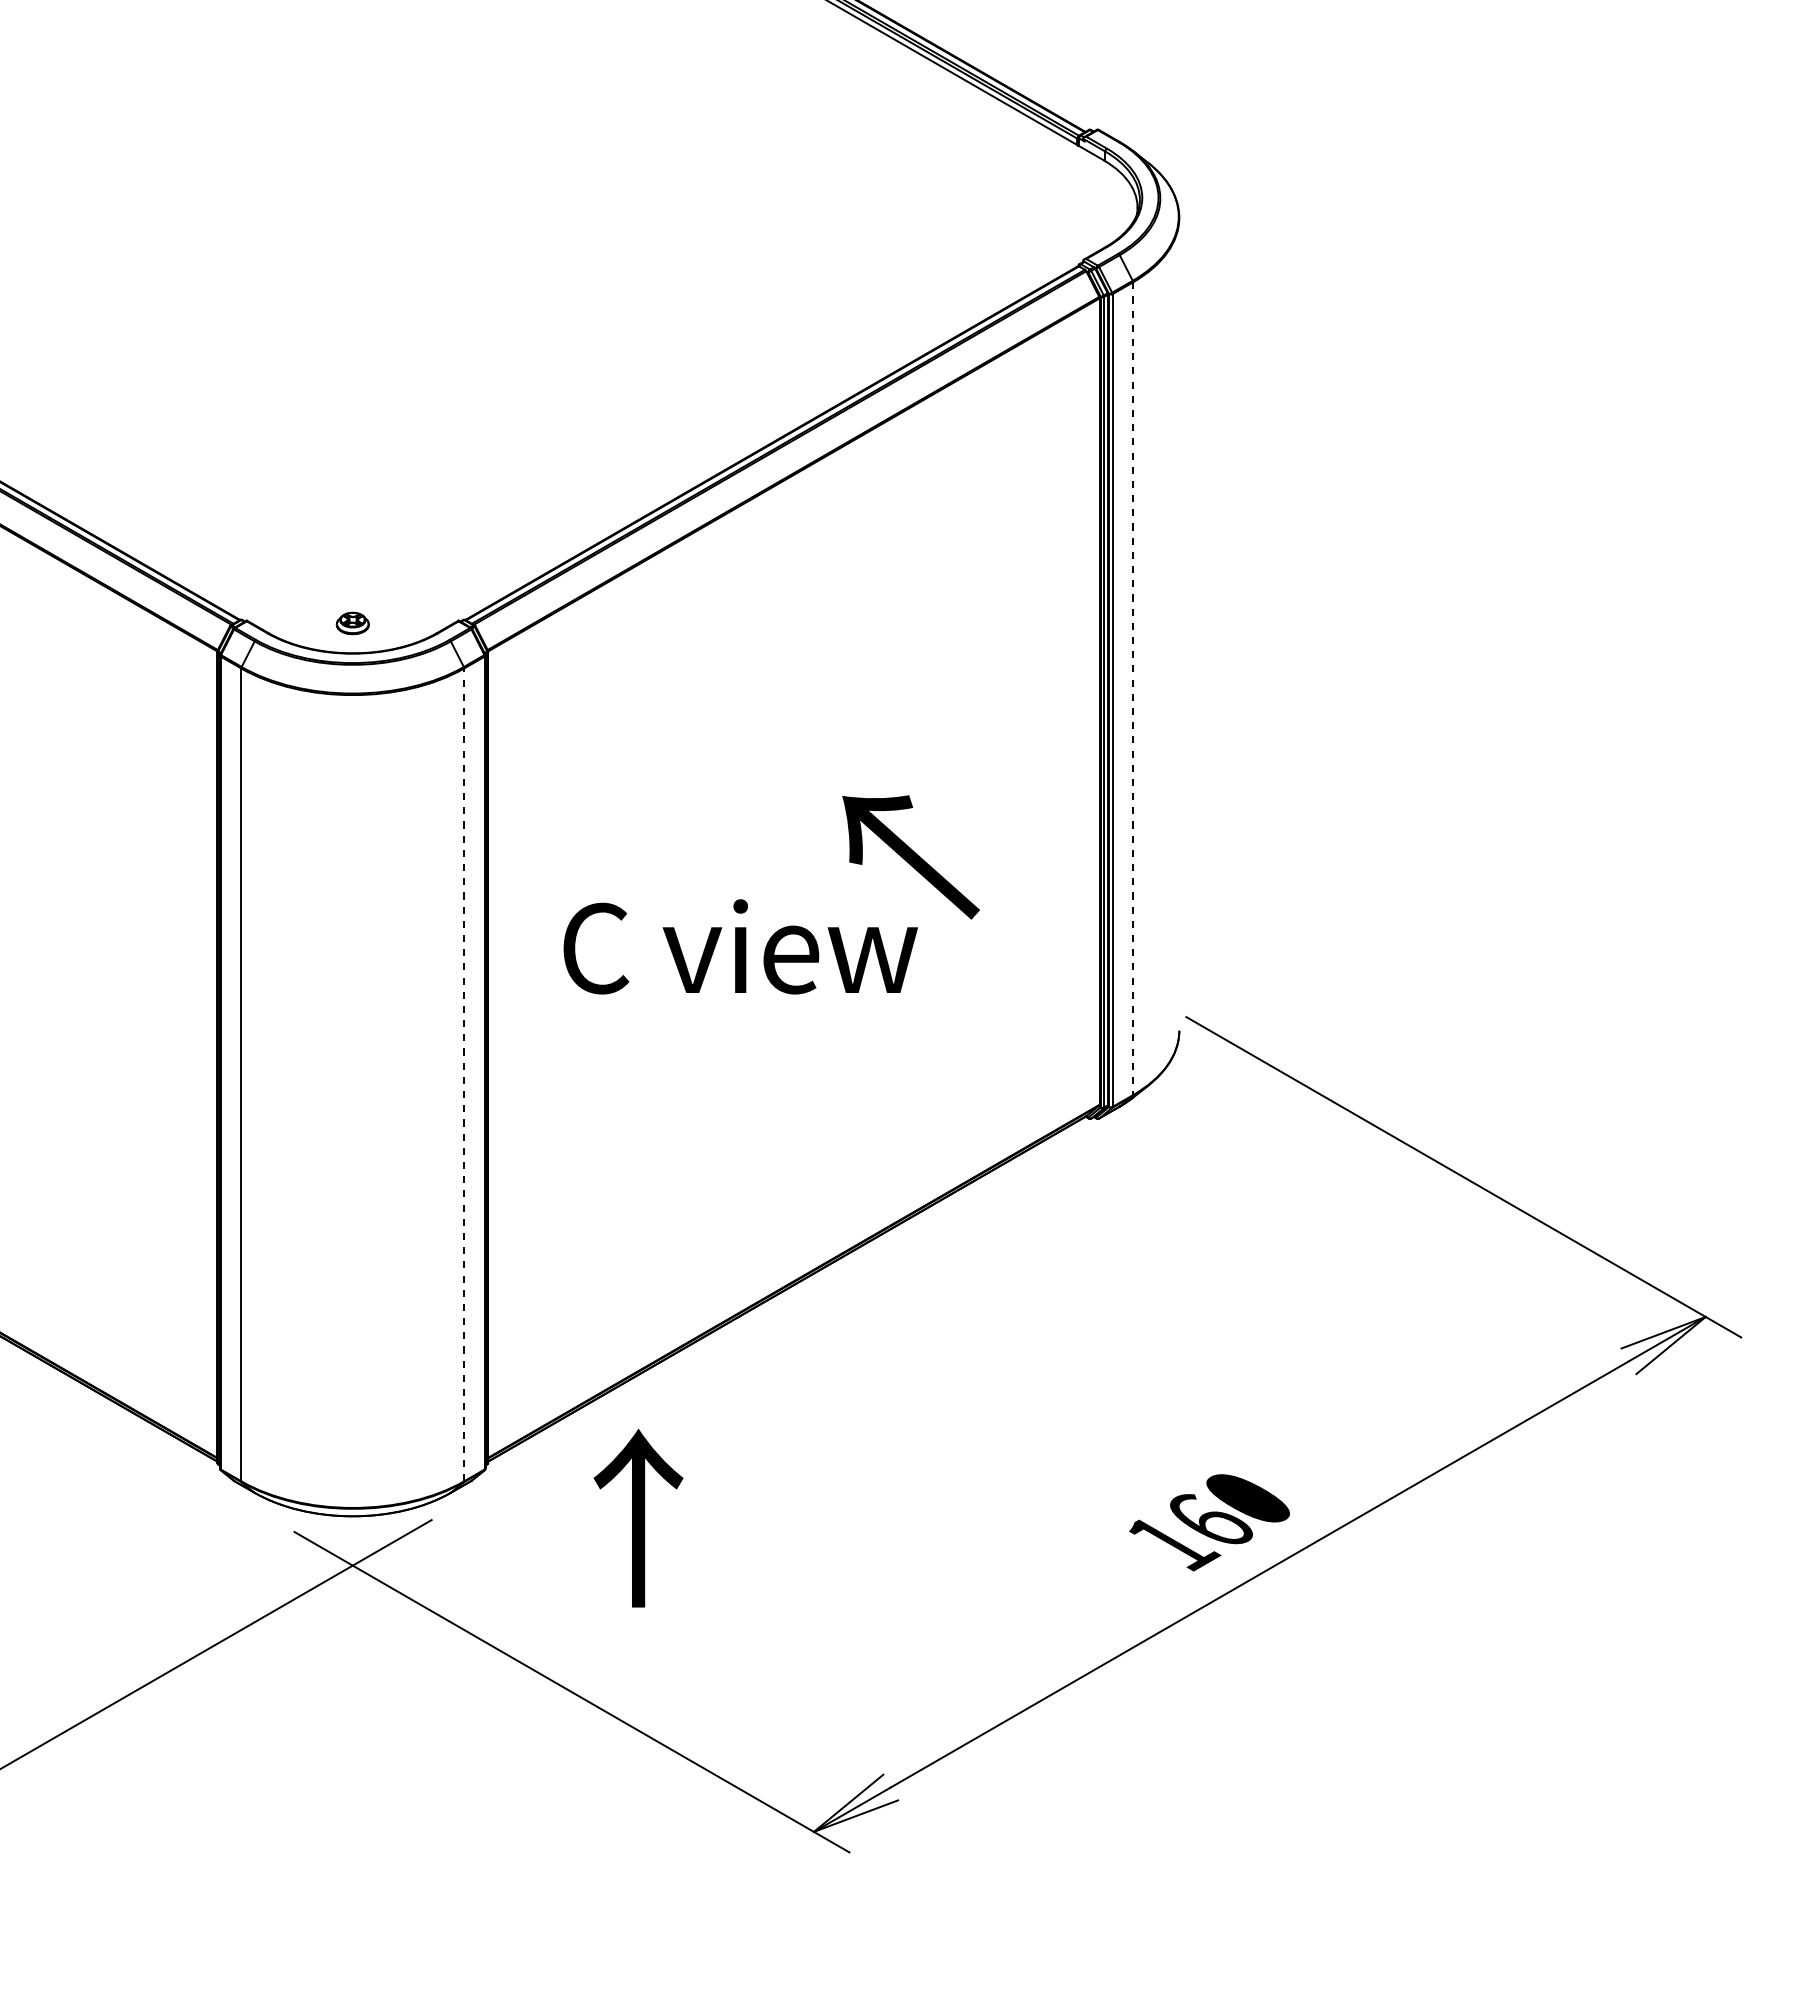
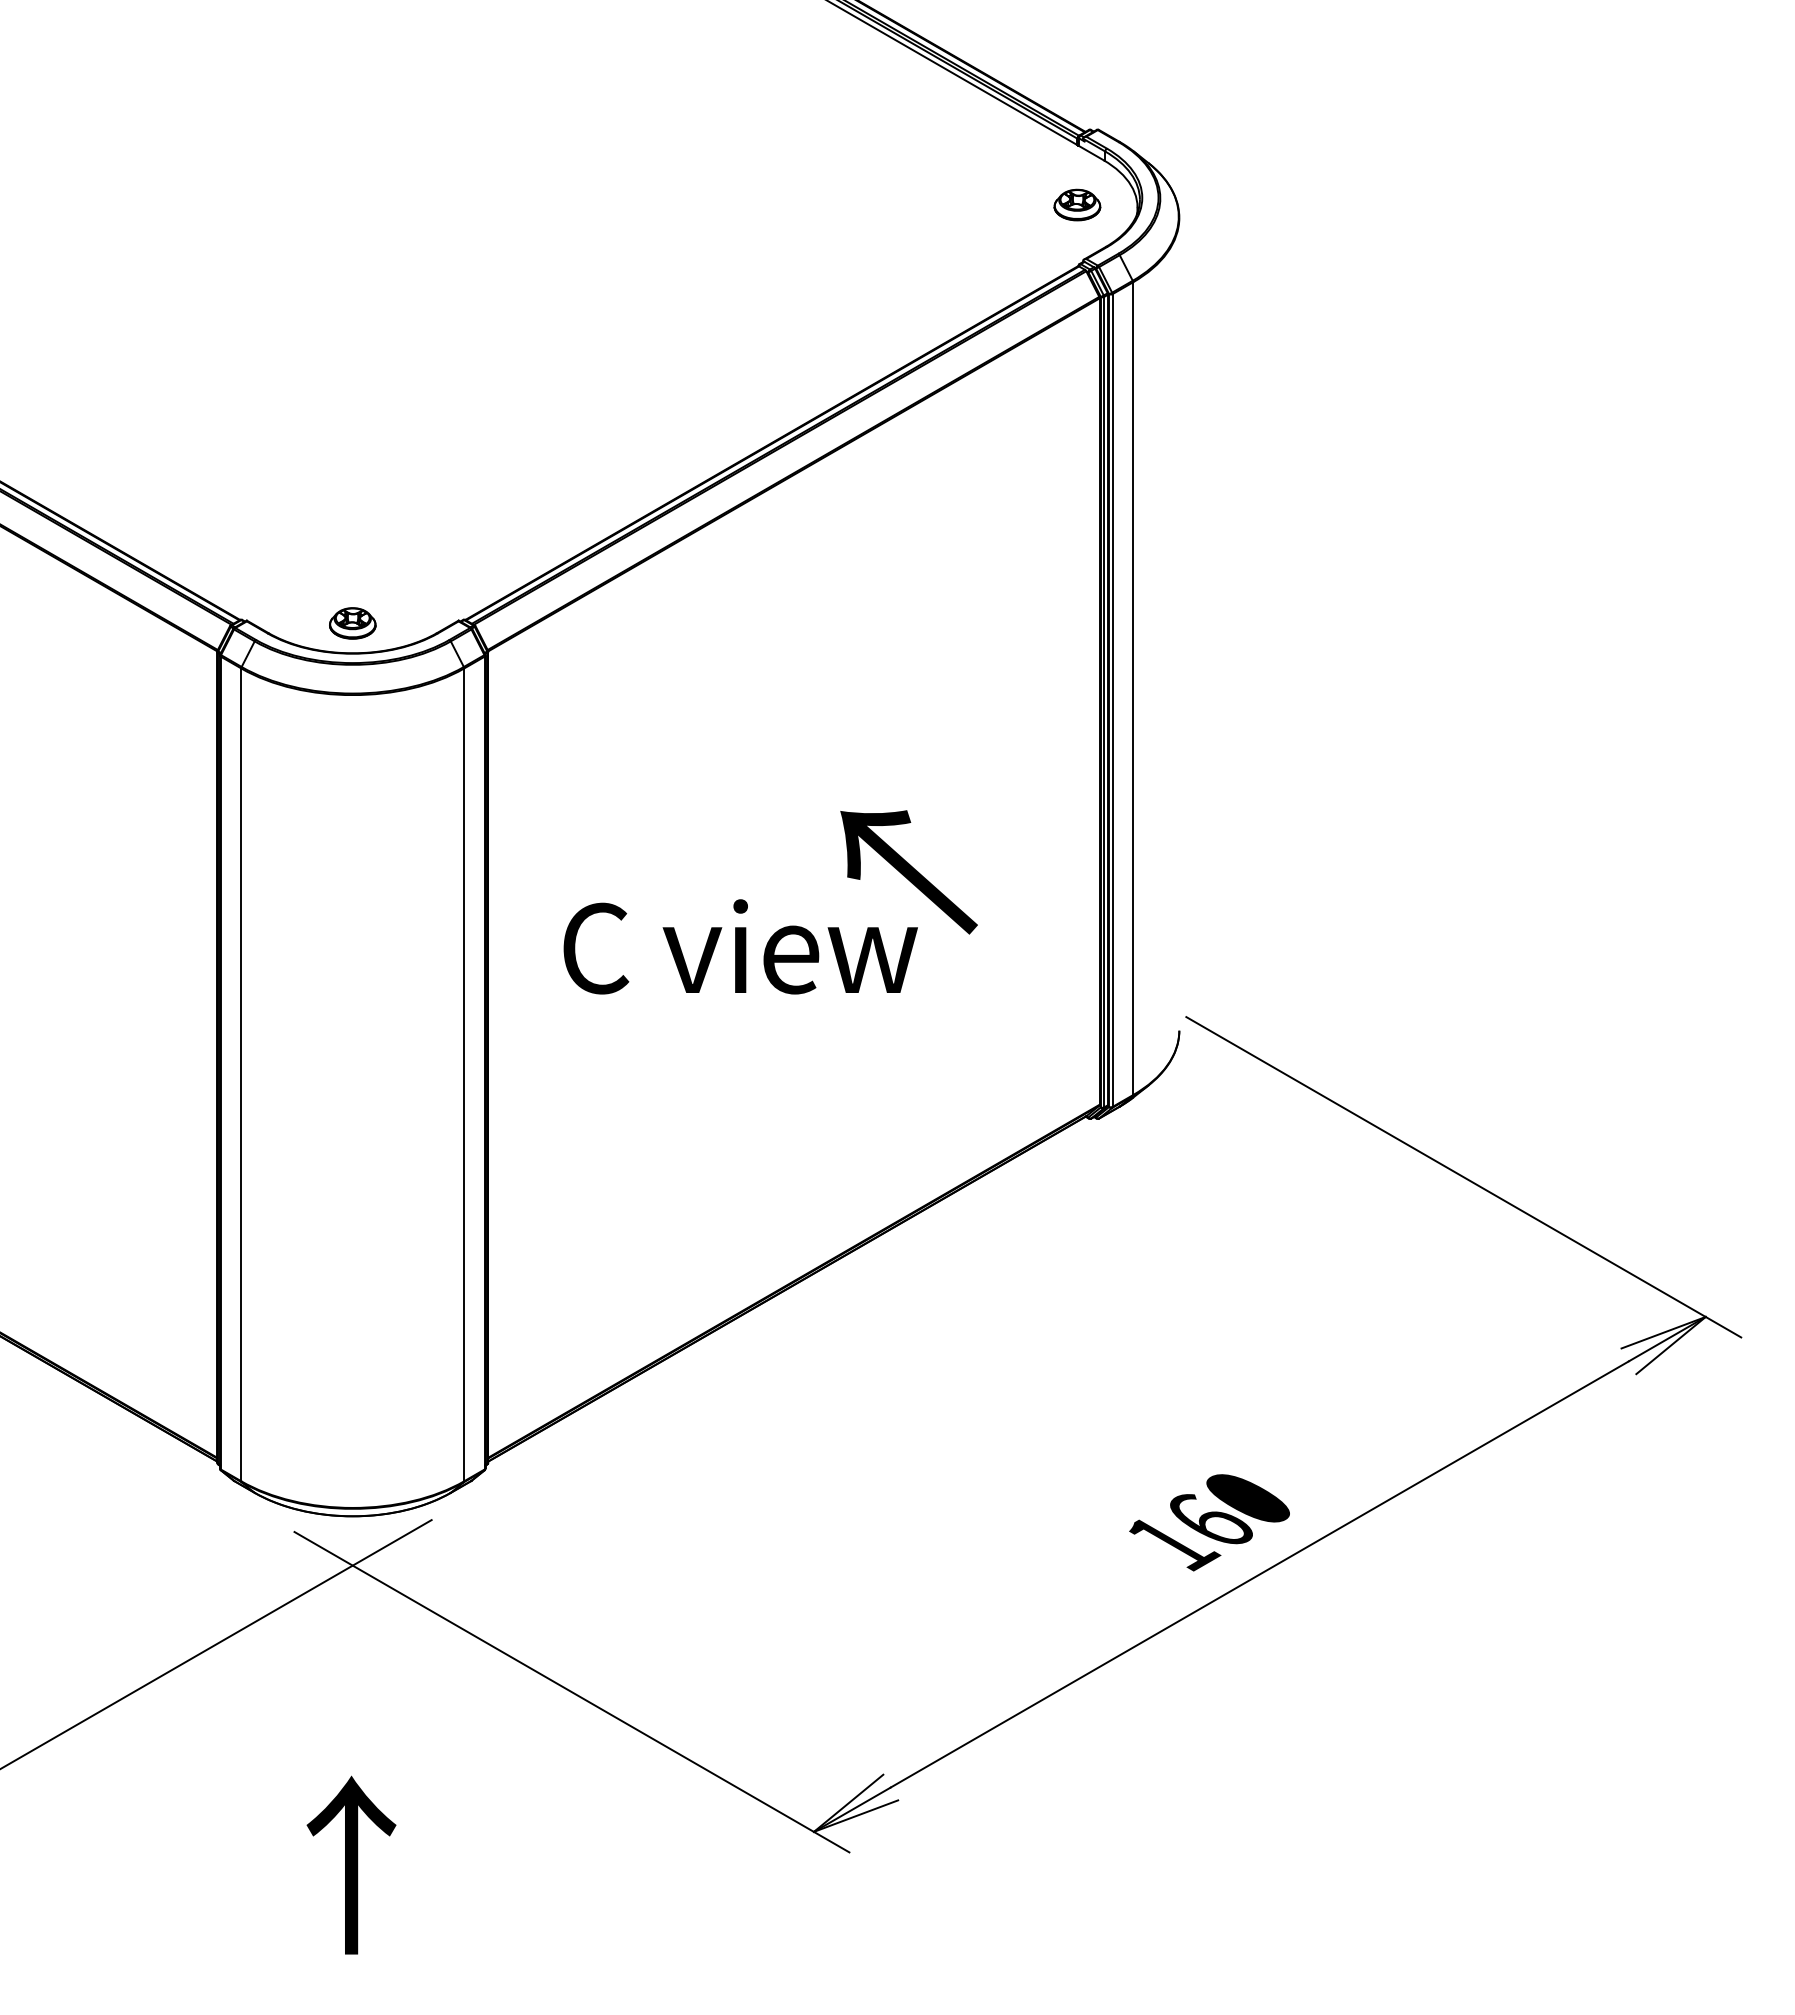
part at (1077, 204): none -> present
part at (352, 623) size: 35x25 px -> 48x33 px
line at (1133, 689): dashed -> solid
text at (910, 857) position: (910, 857) -> (908, 872)
line at (464, 1074): dashed -> solid
text at (638, 1517) position: (638, 1517) -> (351, 1864)
